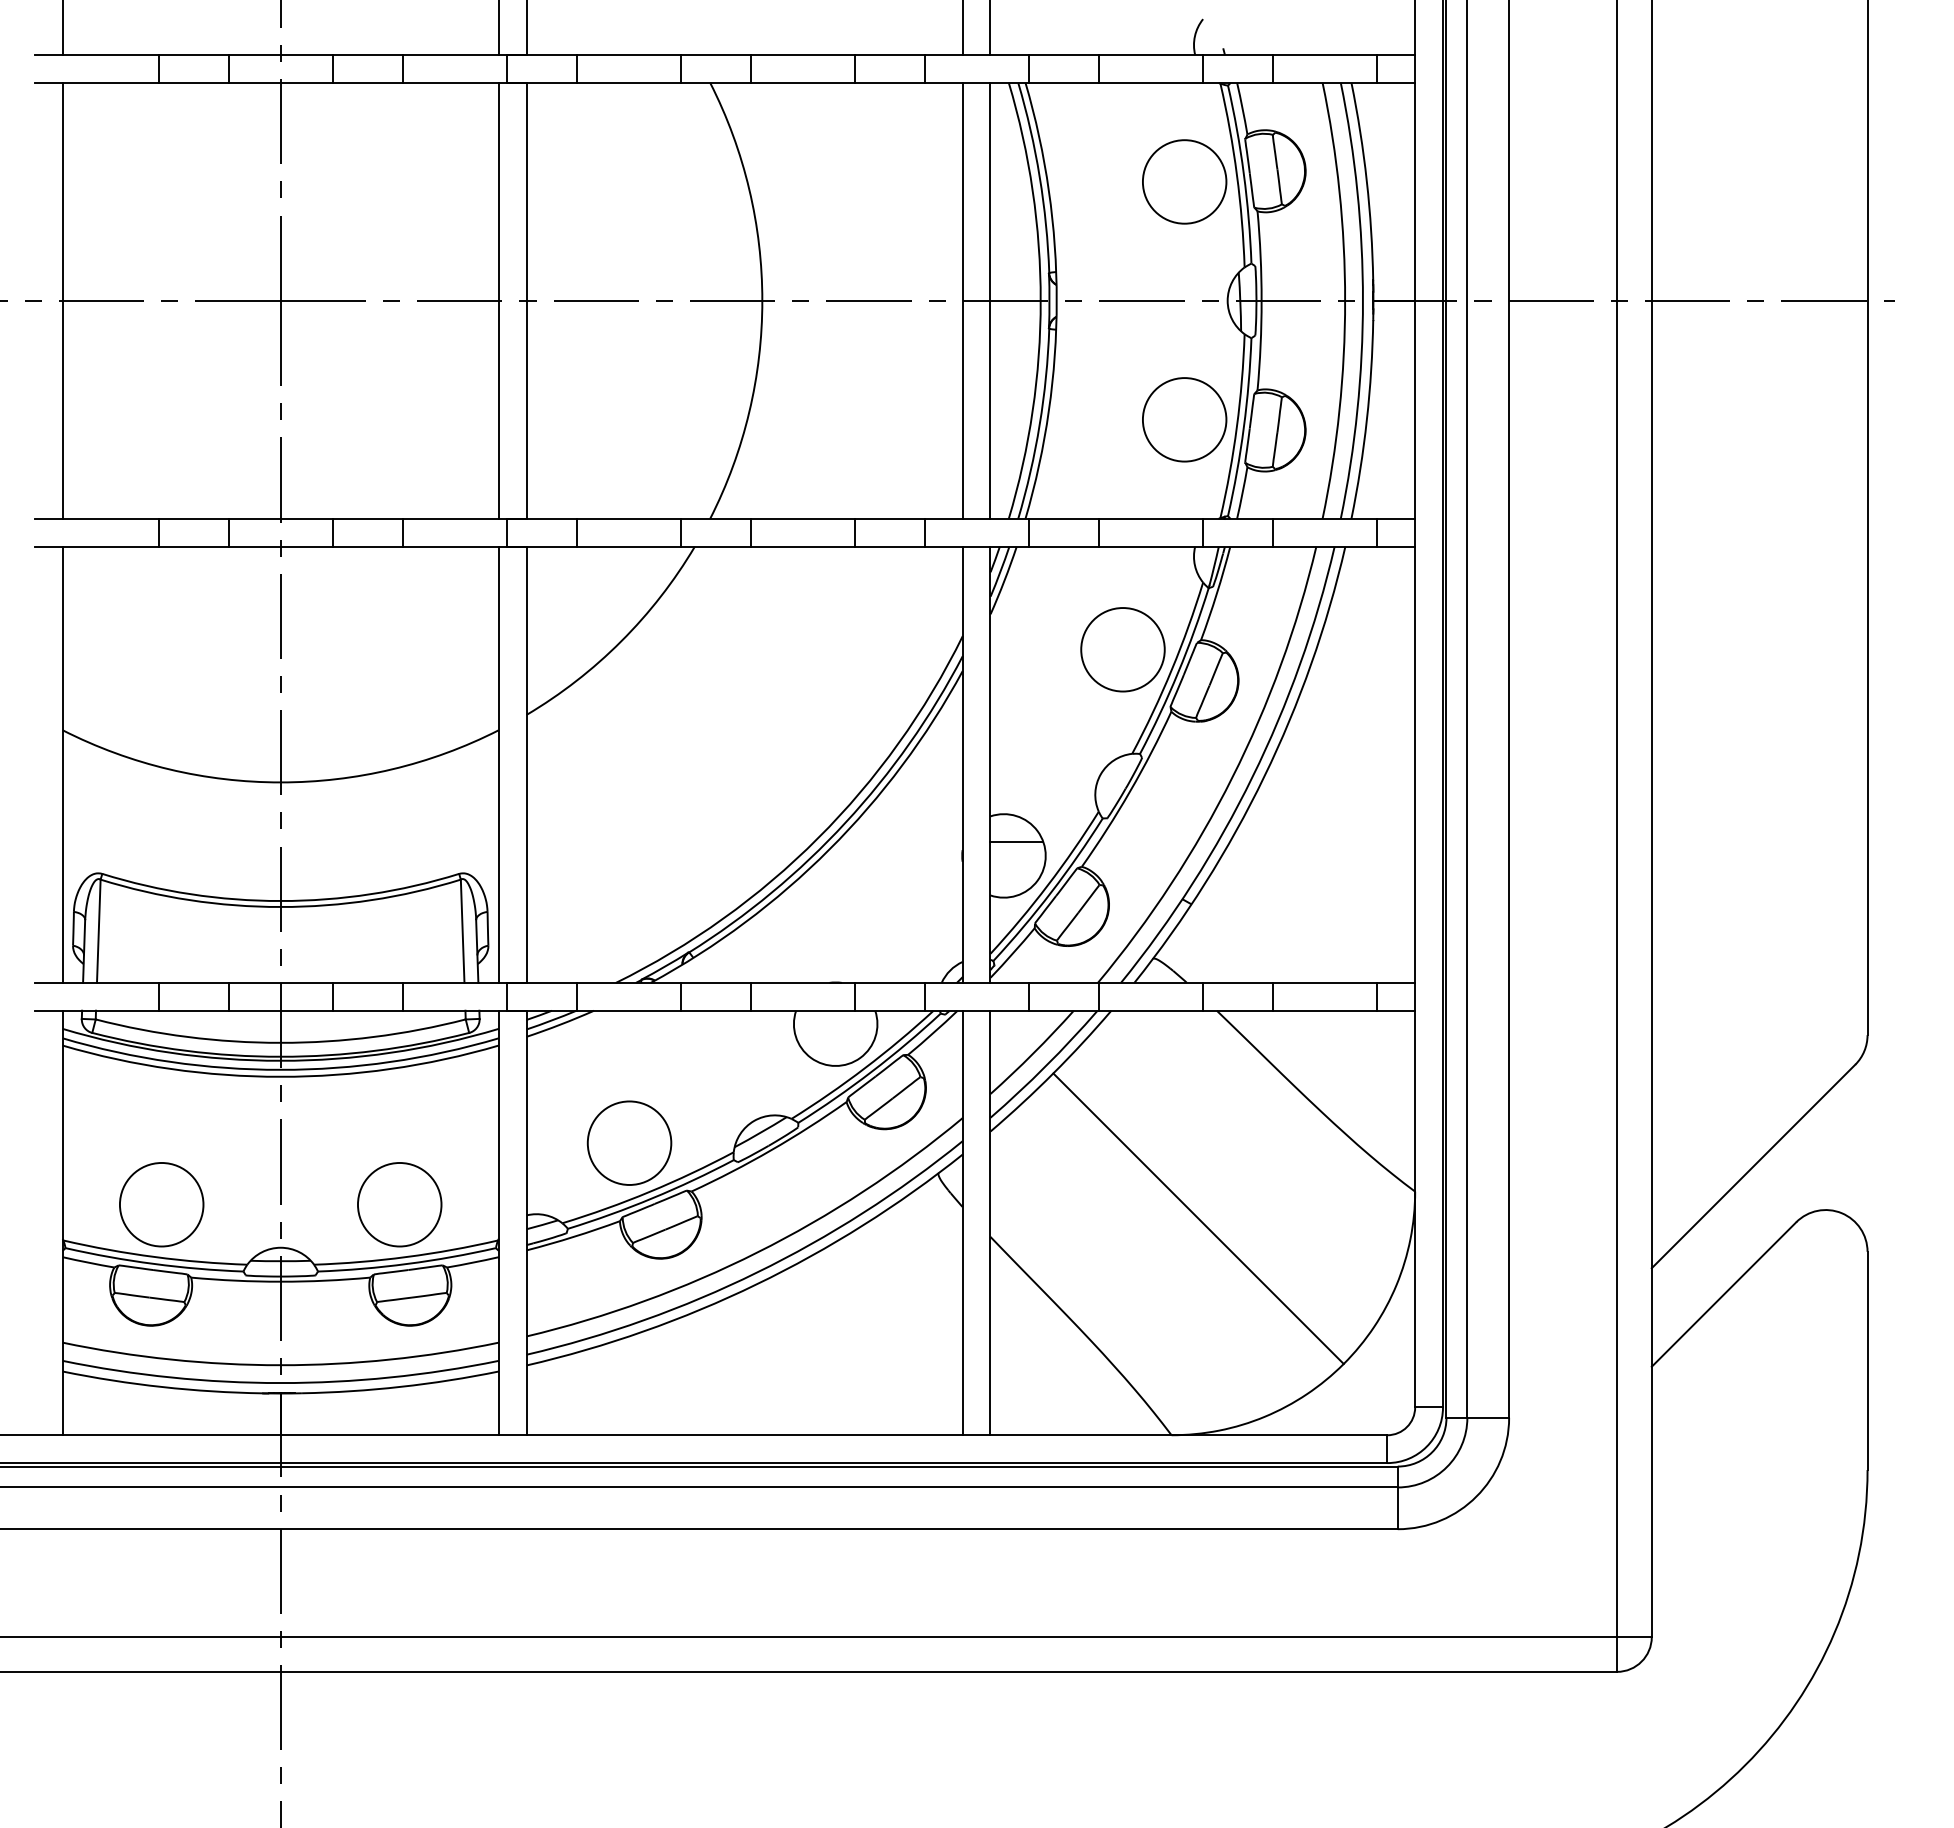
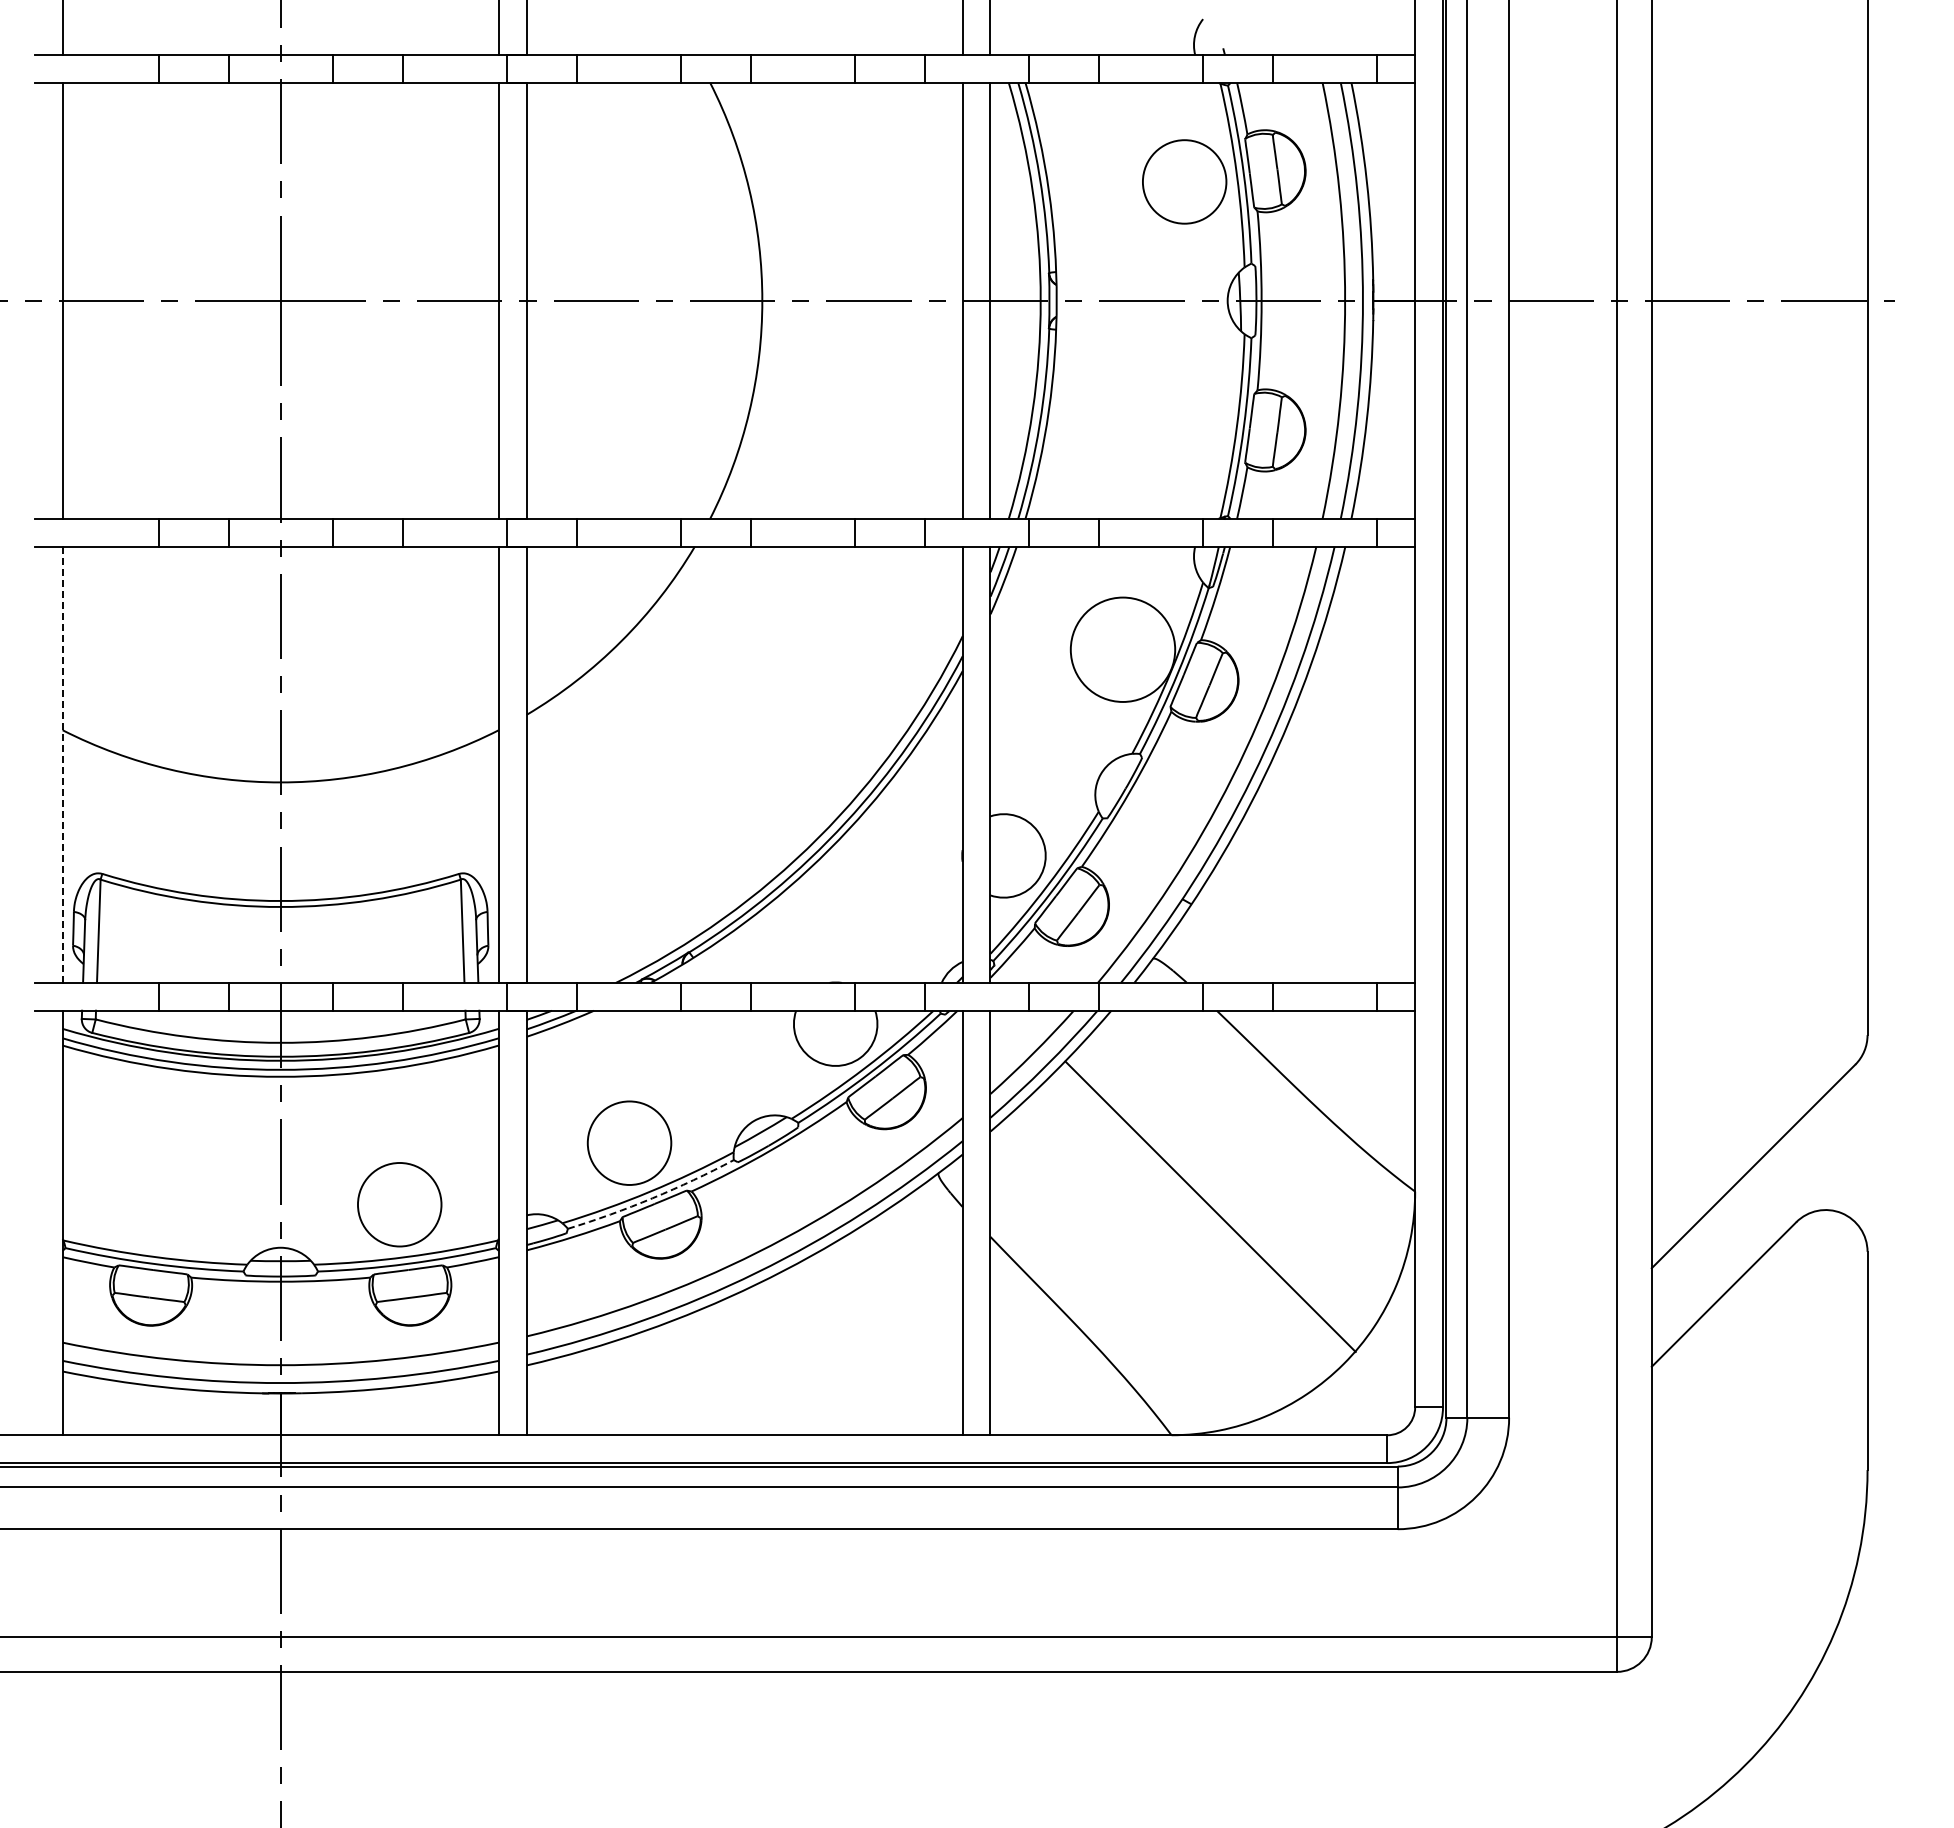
circle at (1184, 419): present -> none
circle at (1122, 649) diameter: 84 px -> 104 px
line at (62, 764): solid -> dashed
line at (1016, 841): present -> none
arc at (652, 1198): solid -> dashed
circle at (161, 1204): present -> none
line at (1198, 1218) position: (1198, 1218) -> (1210, 1206)
